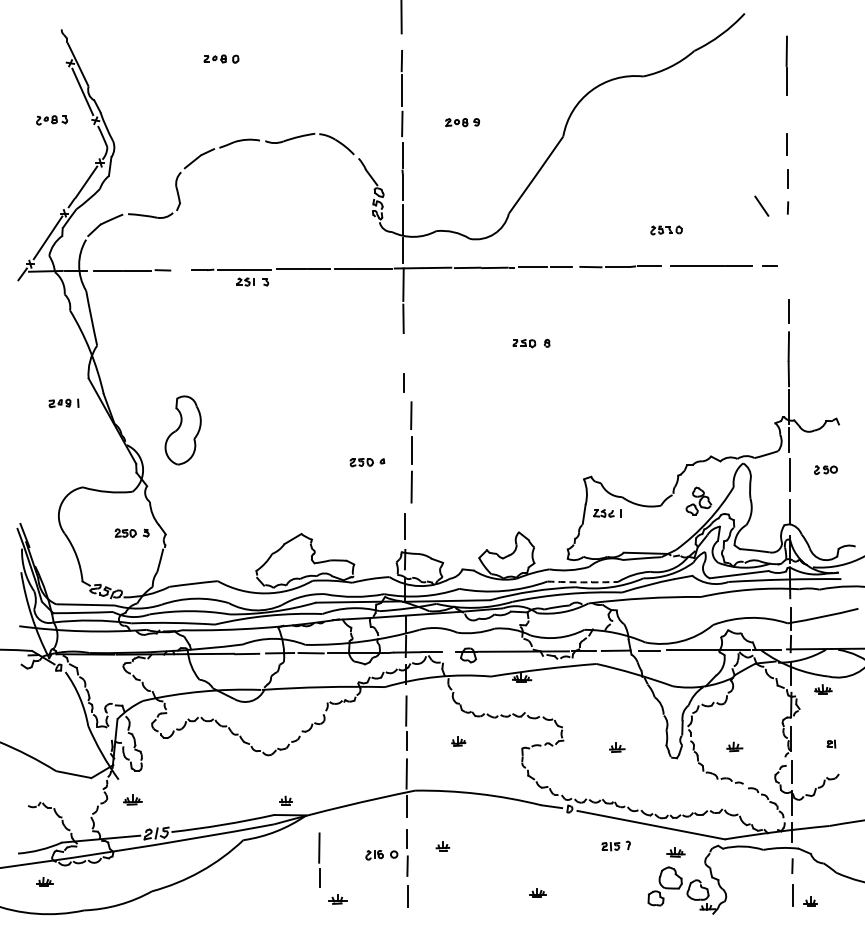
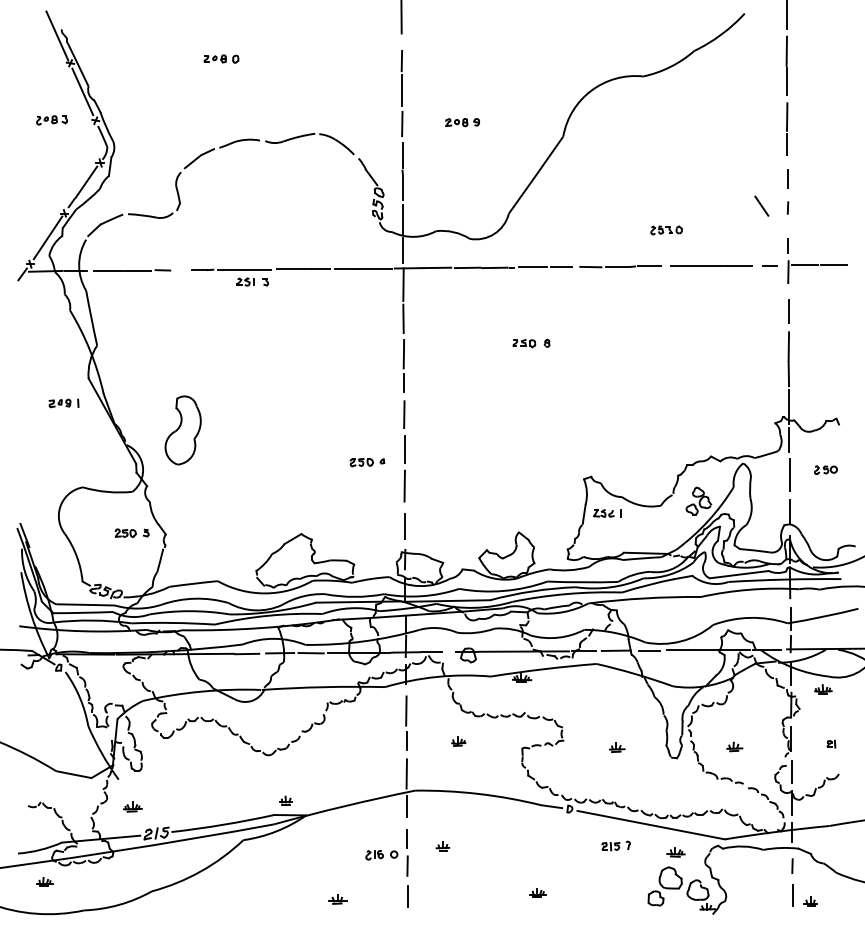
line at (786, 15): none -> present
line at (57, 35): none -> present
line at (787, 116): none -> present
part at (817, 260): none -> present
line at (403, 353): none -> present
line at (411, 452) position: (411, 452) -> (404, 451)
arc at (582, 582): dashed -> solid
part at (132, 799) position: (132, 799) -> (132, 806)
line at (319, 859): present -> none
